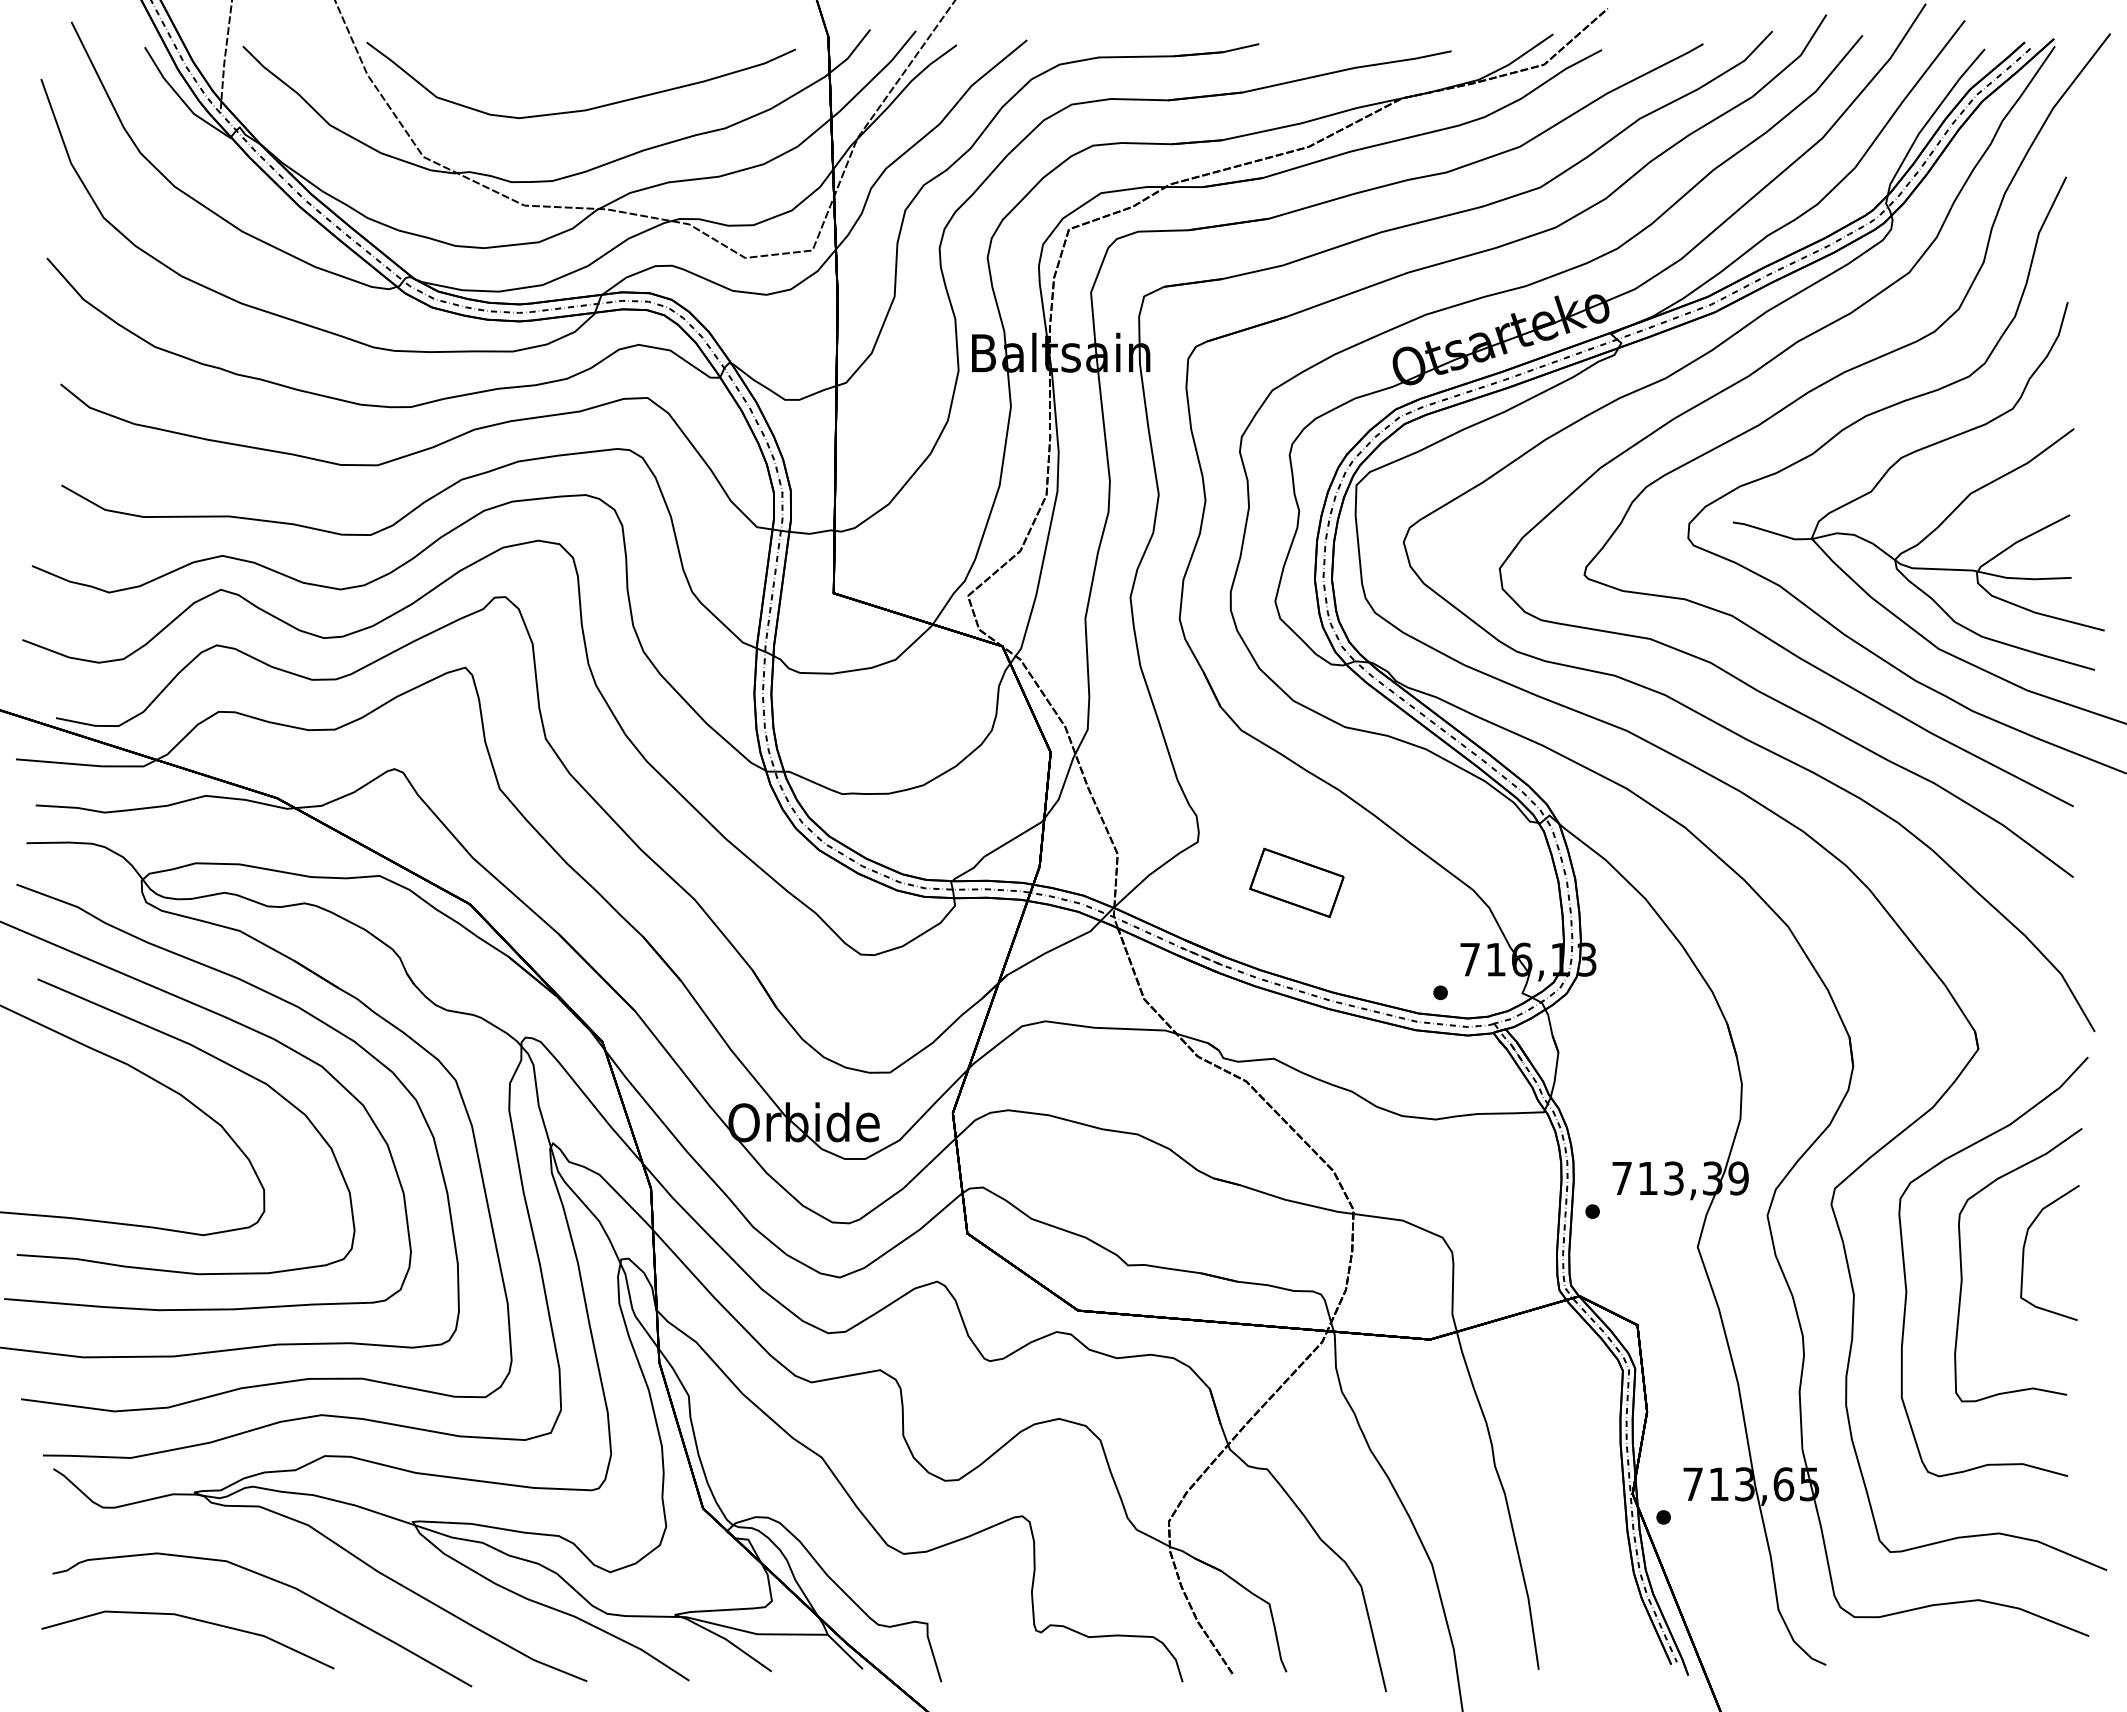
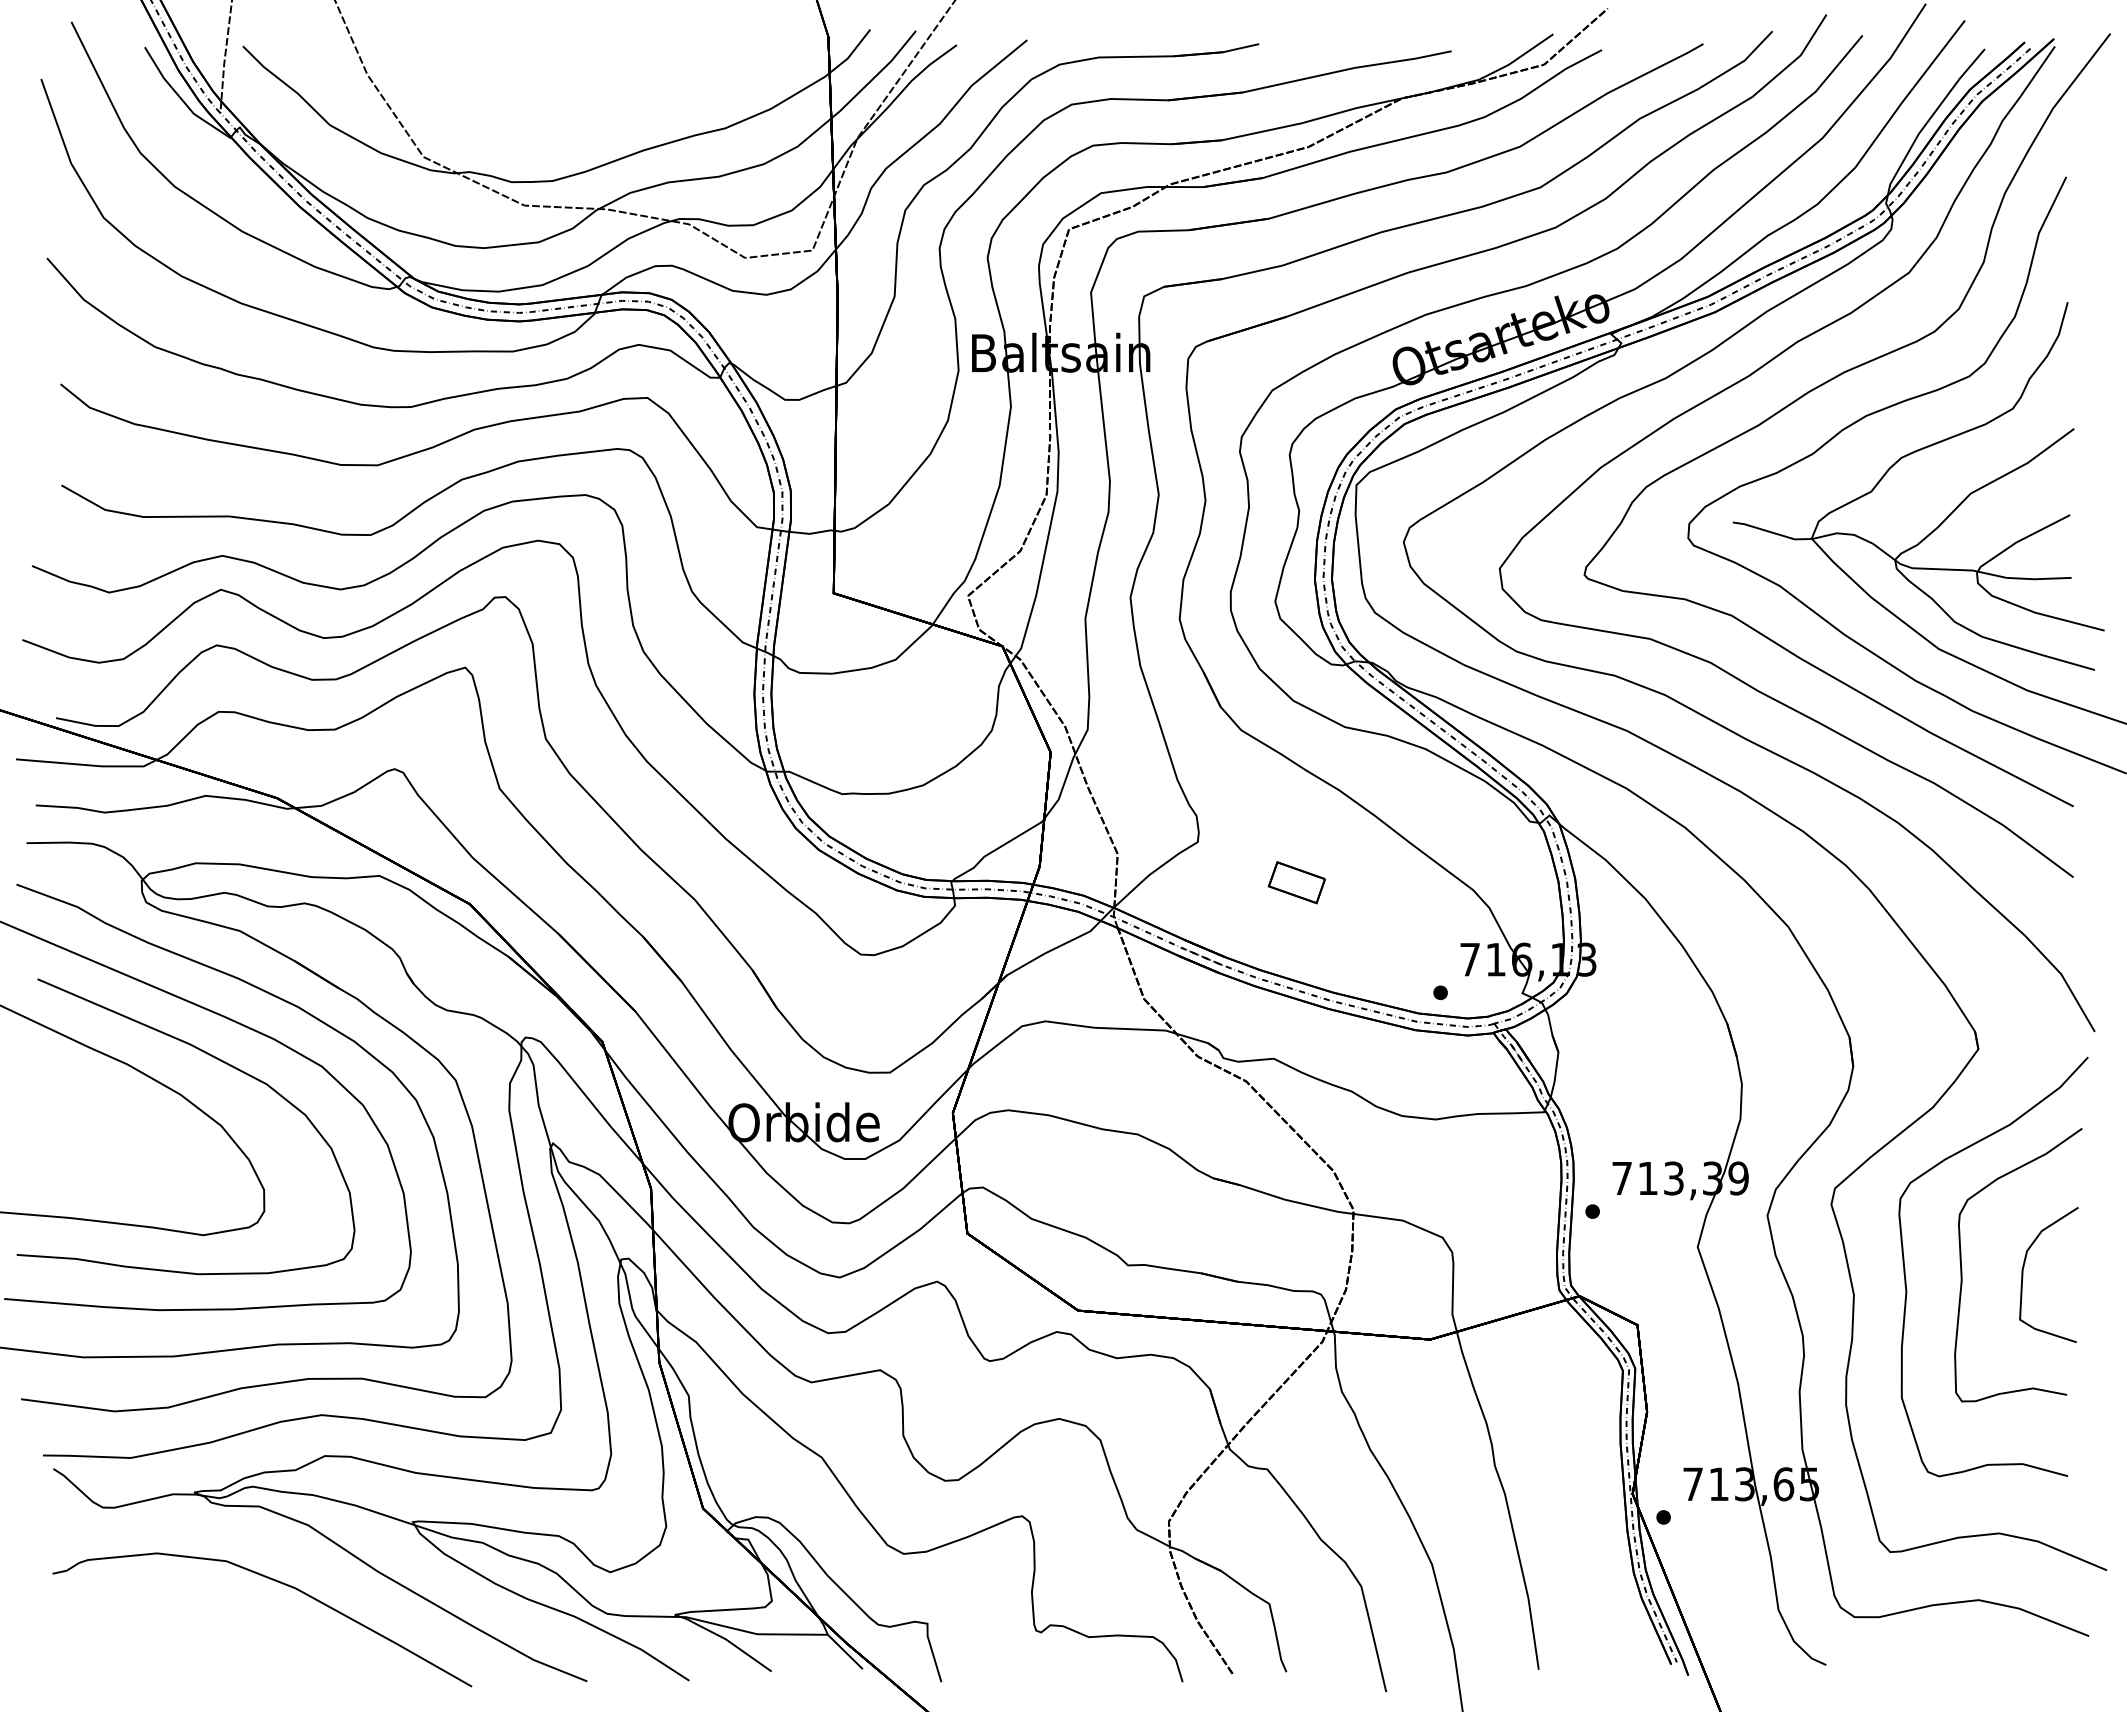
curve at (582, 109): present -> none
part at (1296, 882) size: 96x71 px -> 59x44 px
curve at (2025, 1245) position: (2025, 1245) -> (2024, 1267)
line at (190, 1619): present -> none
